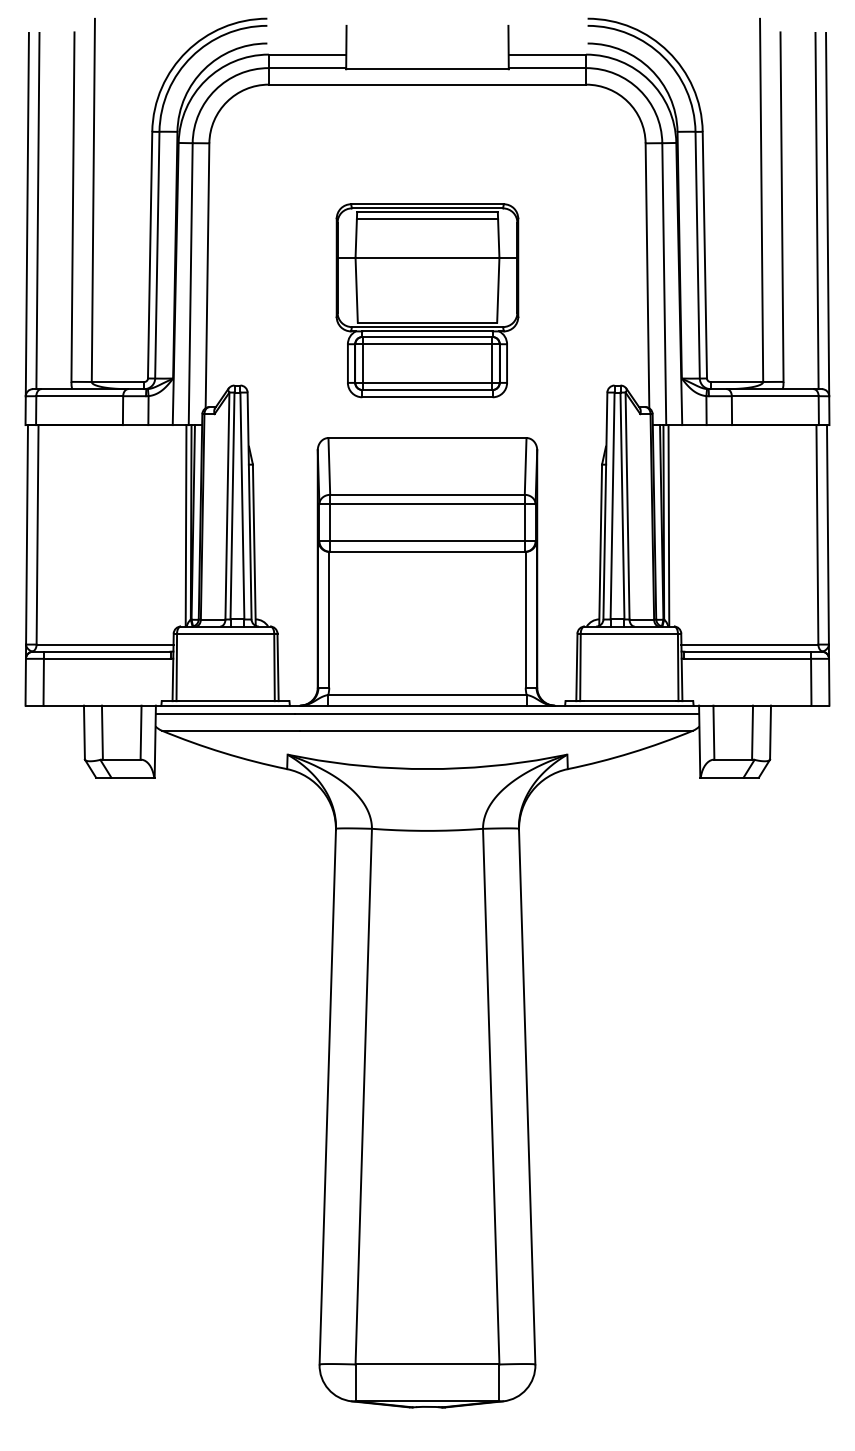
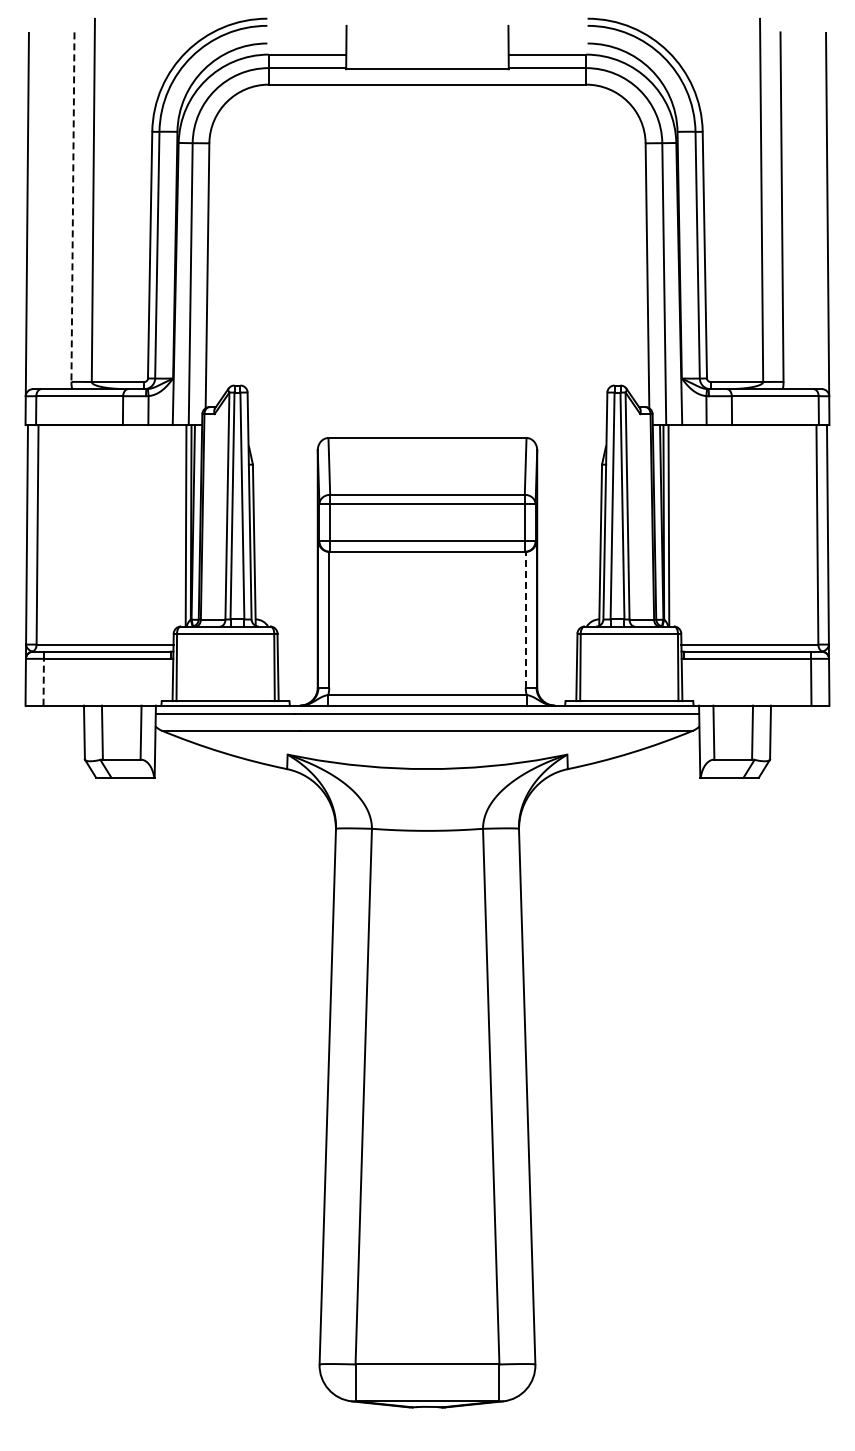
line at (72, 207): solid -> dashed
line at (37, 210): present -> none
line at (816, 210): present -> none
part at (427, 300): present -> none
line at (525, 619): solid -> dashed
line at (43, 681): solid -> dashed
